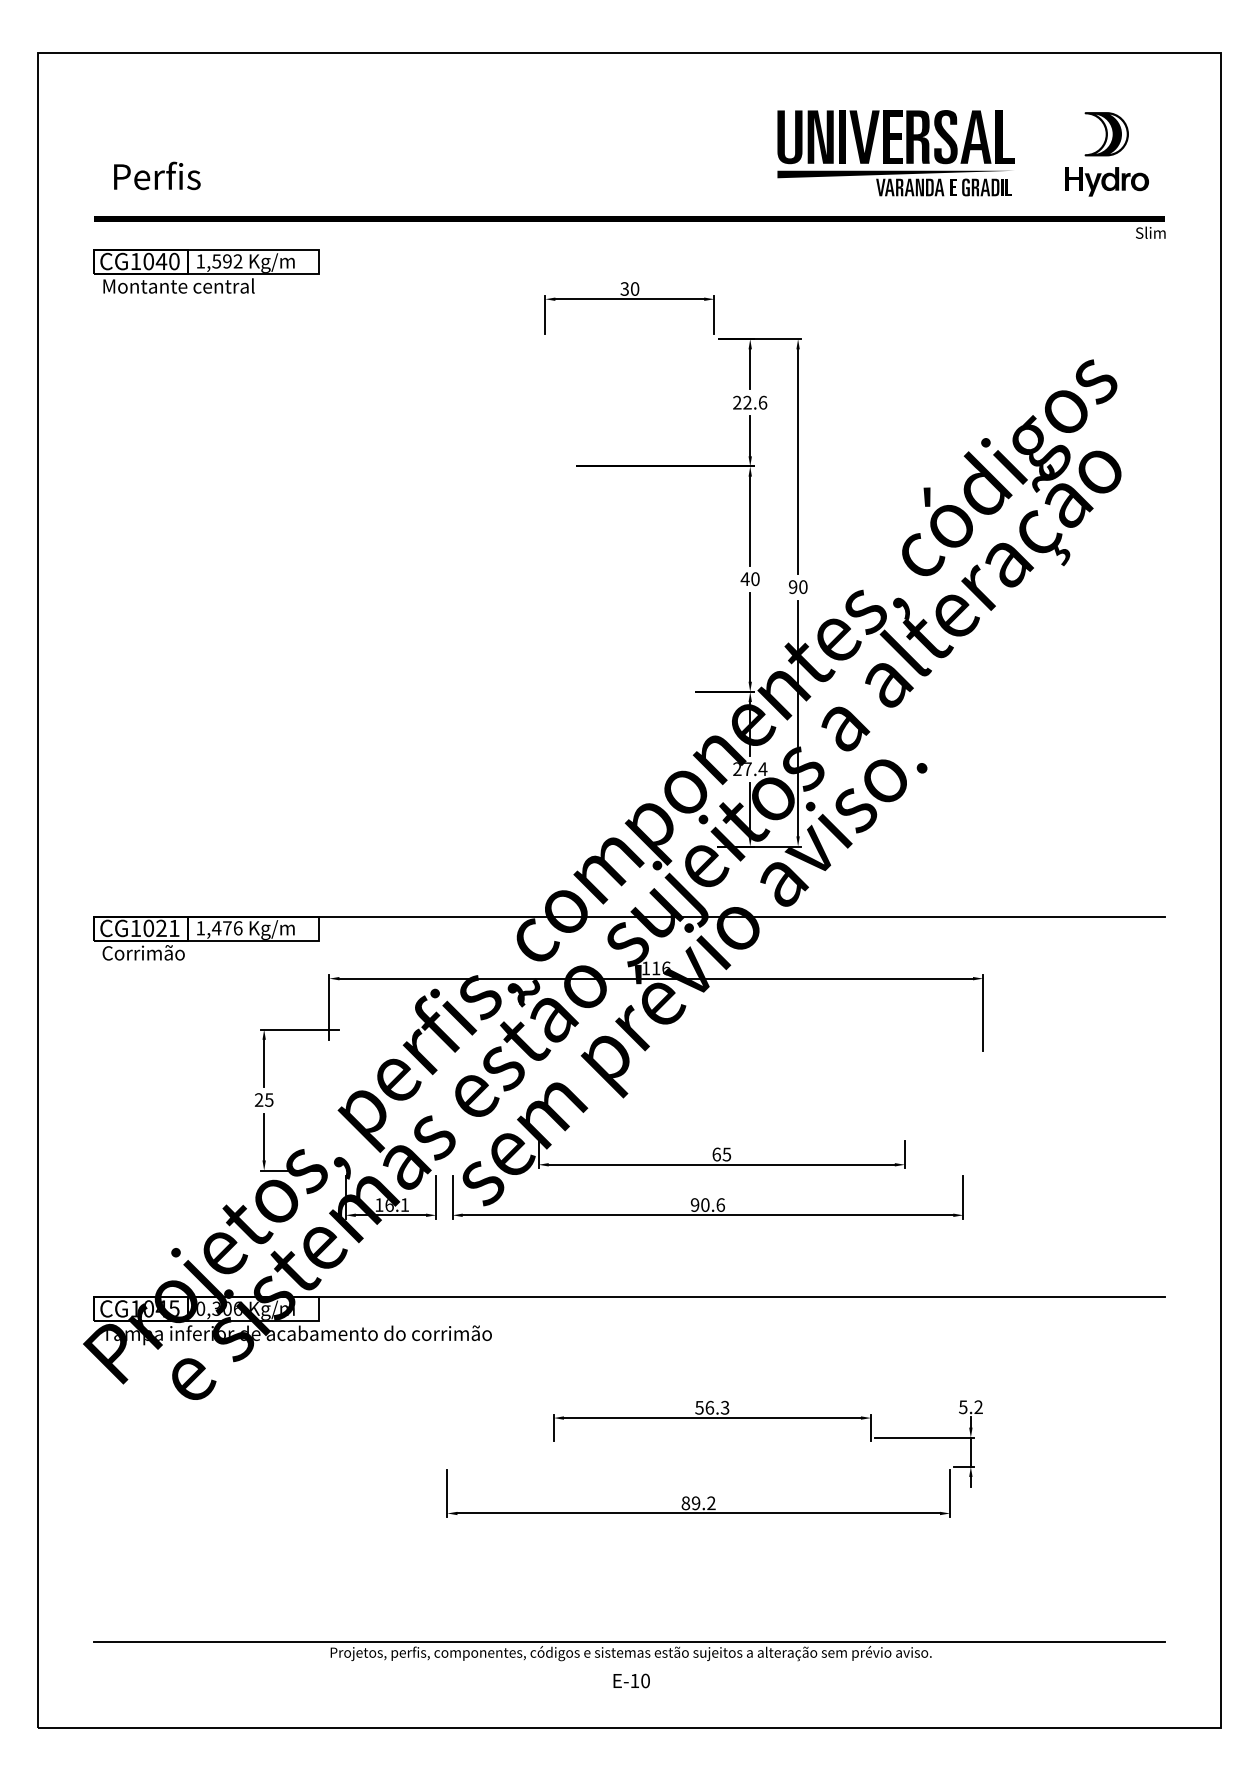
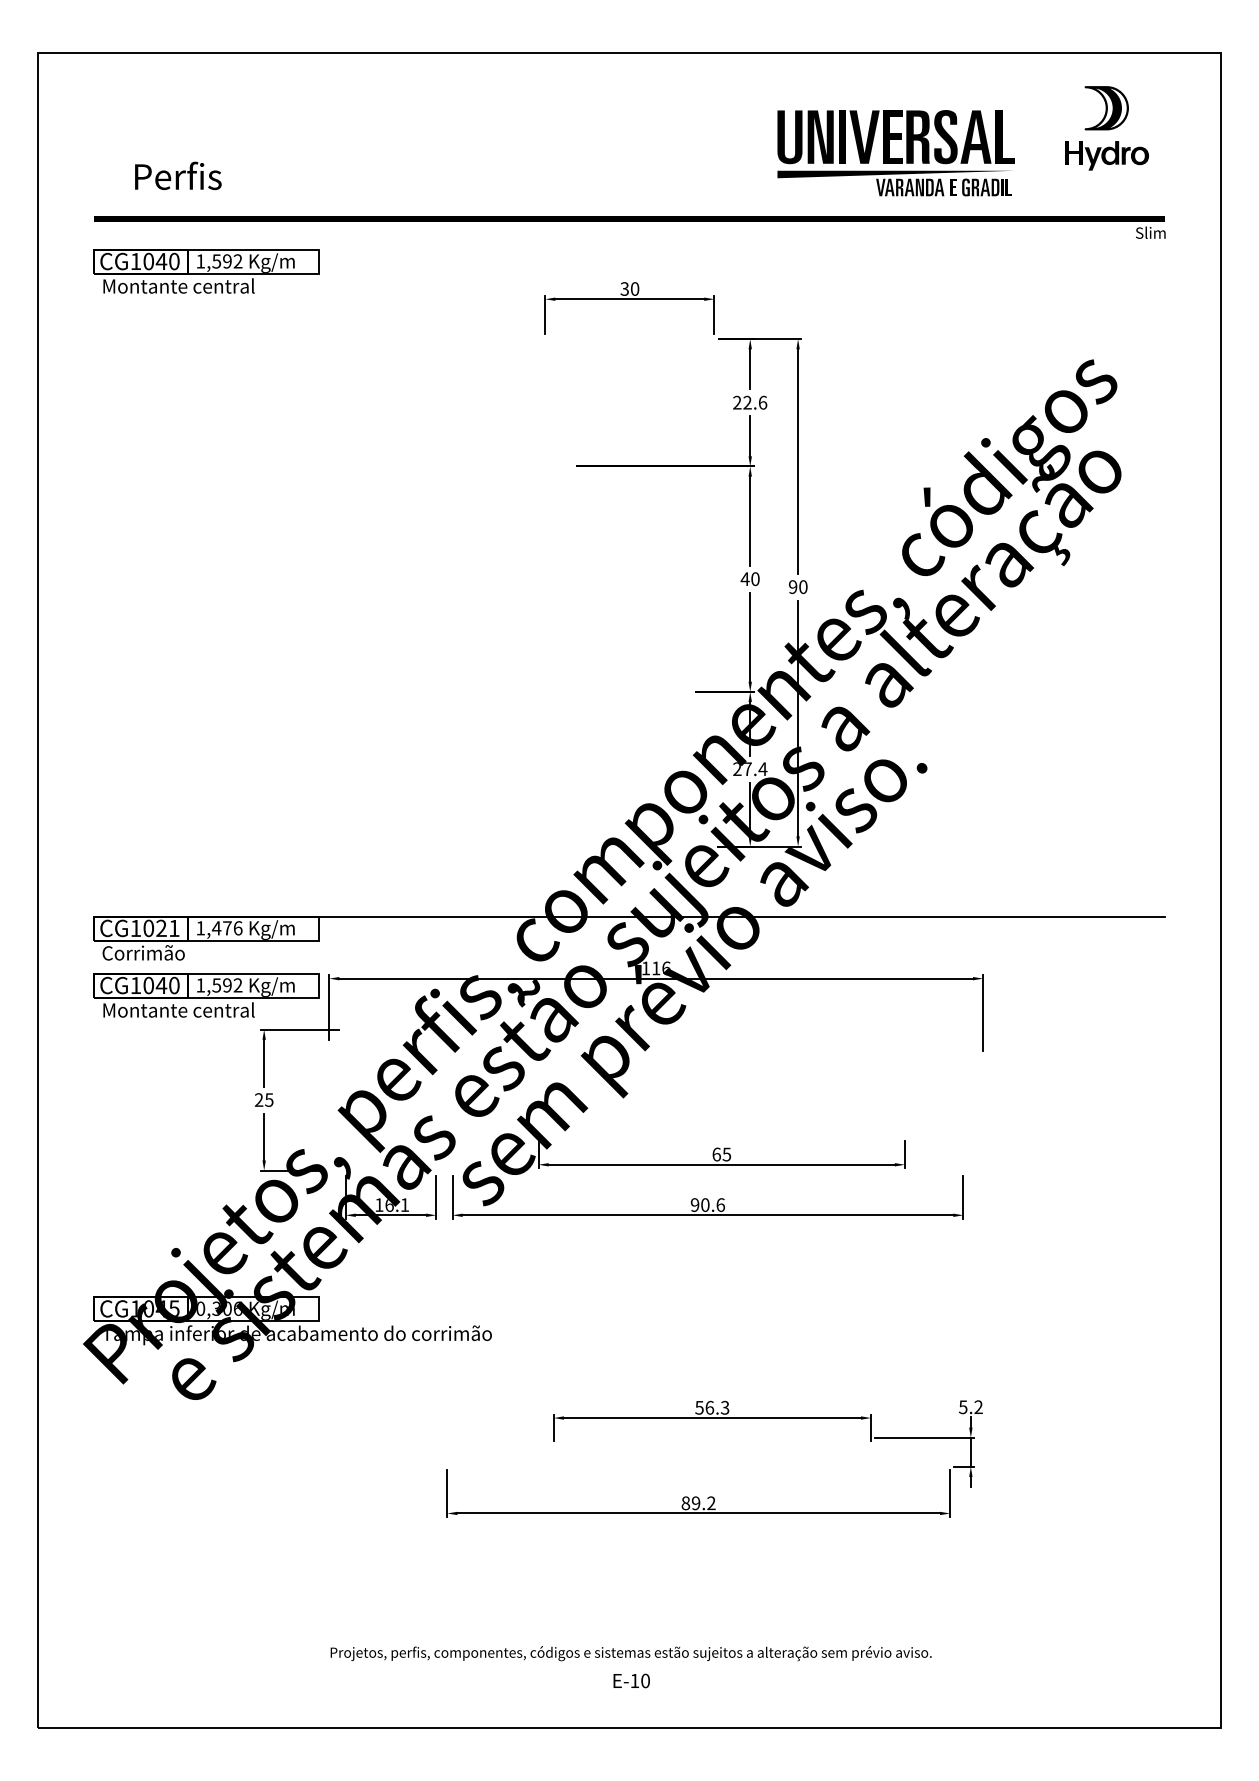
part at (1106, 154) position: (1106, 154) -> (1106, 128)
text at (157, 175) position: (157, 175) -> (178, 175)
part at (206, 995): none -> present
line at (629, 1297): present -> none
line at (629, 1641): present -> none
